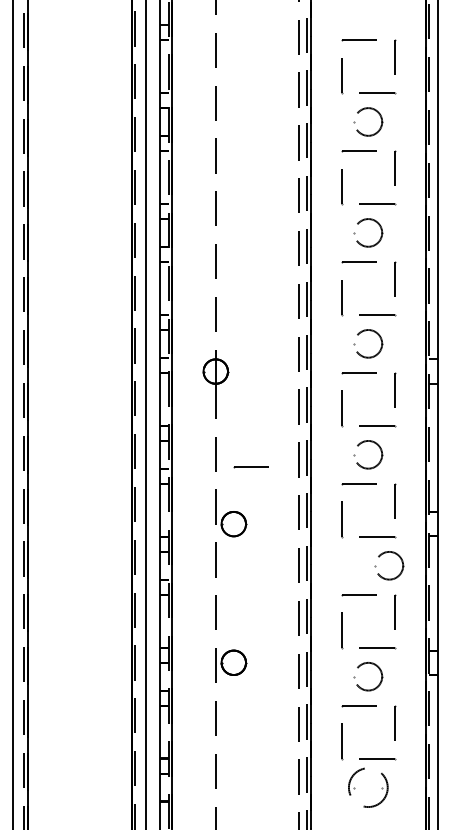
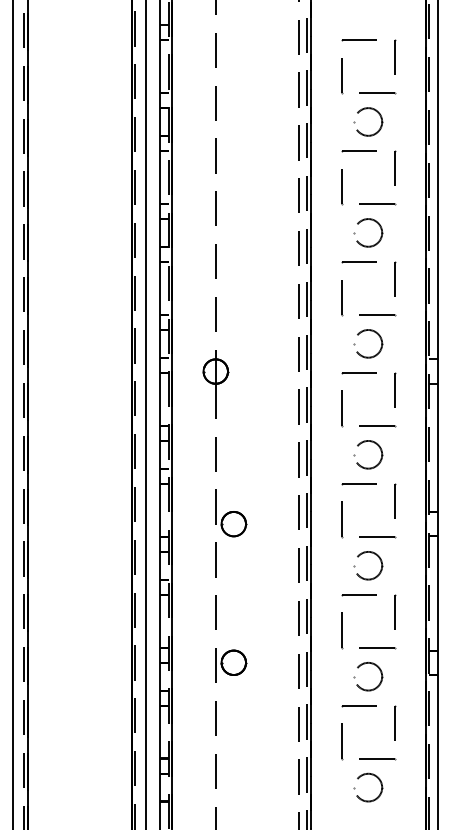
line at (250, 467): present -> none
part at (386, 553) position: (386, 553) -> (365, 553)
circle at (367, 787) diameter: 39 px -> 28 px
